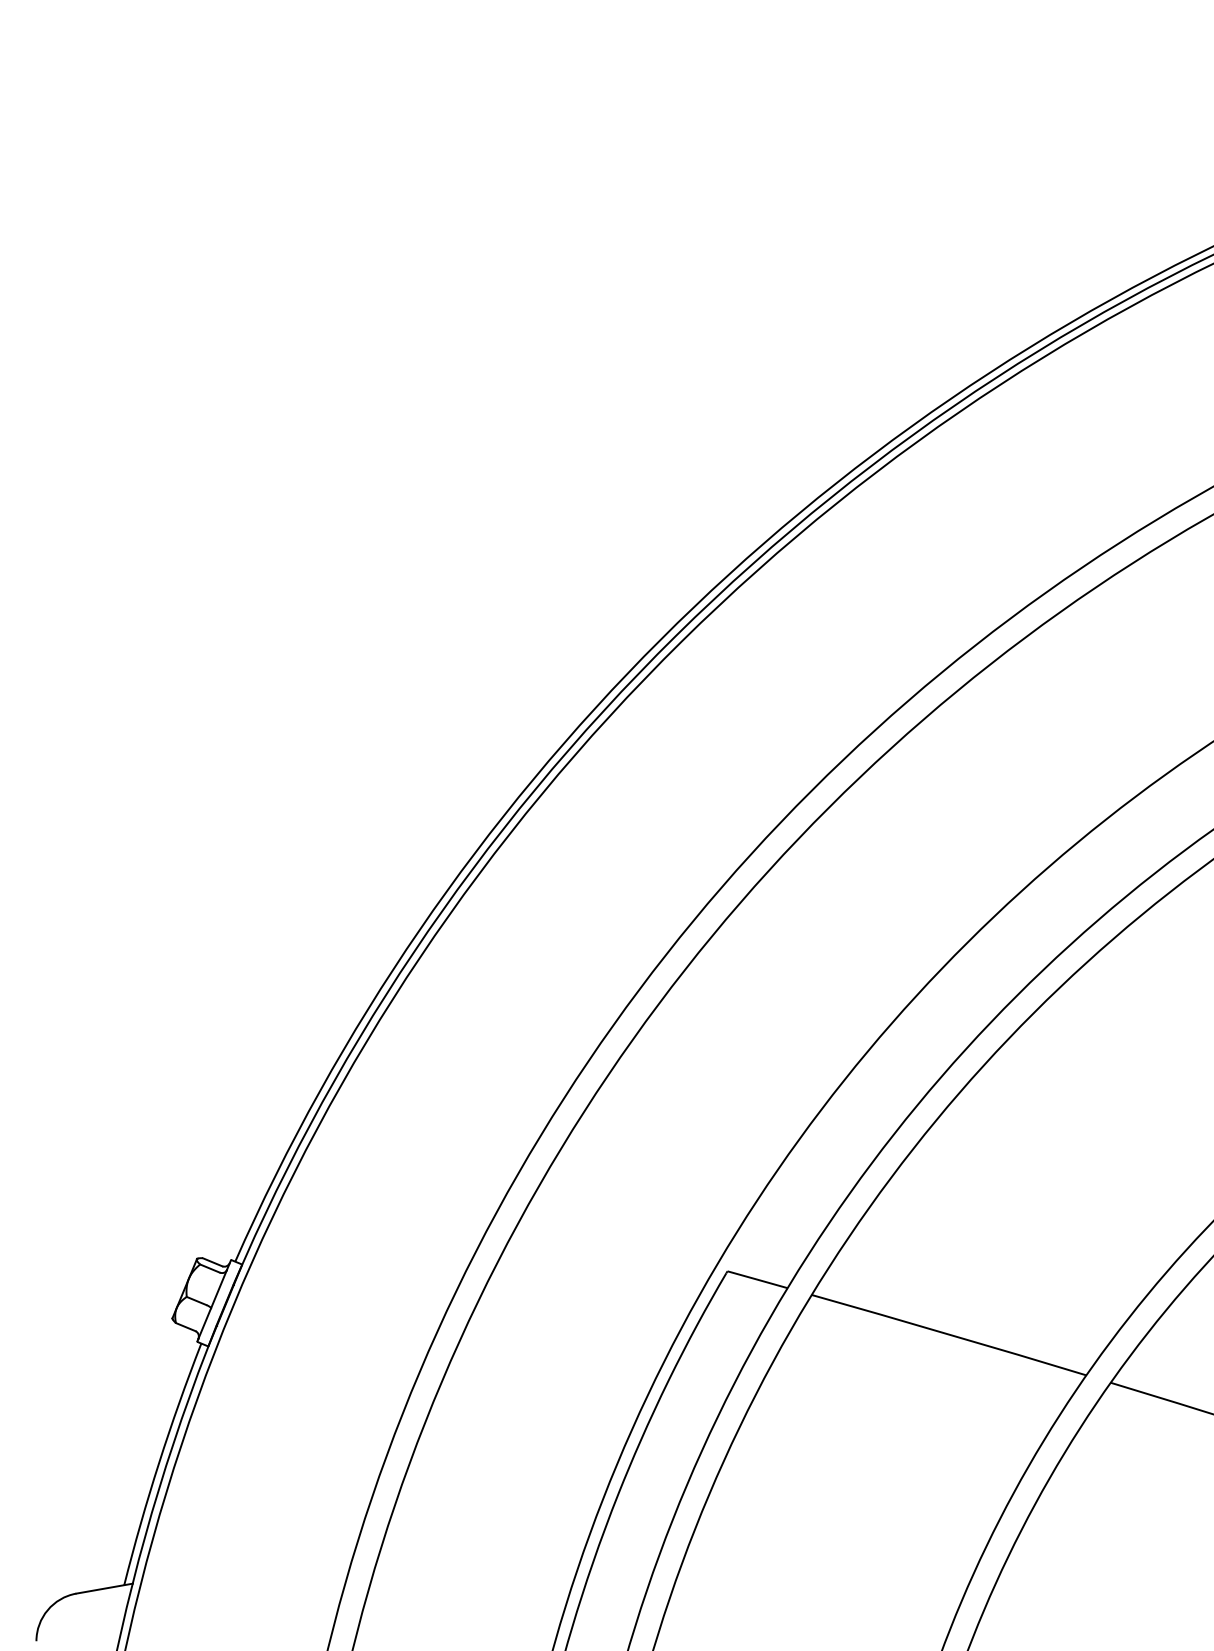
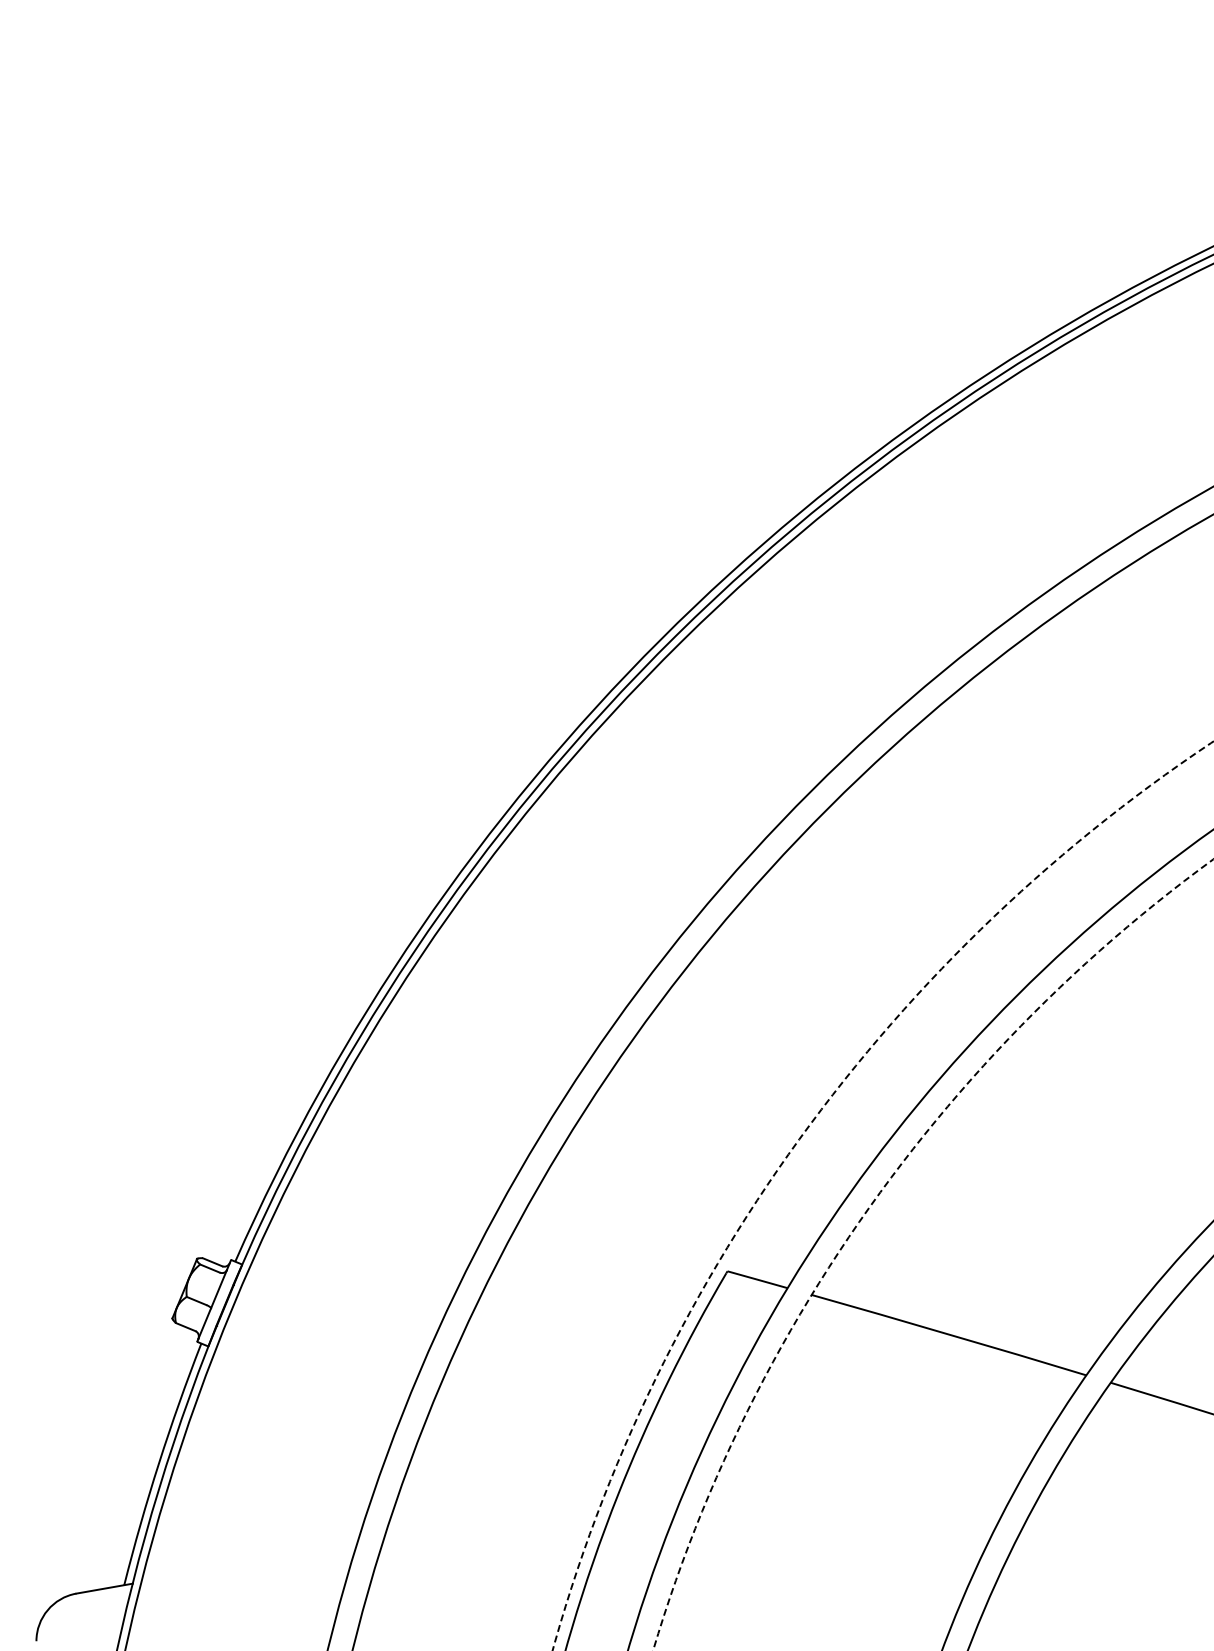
arc at (802, 1134): solid -> dashed
circle at (933, 1254): solid -> dashed
